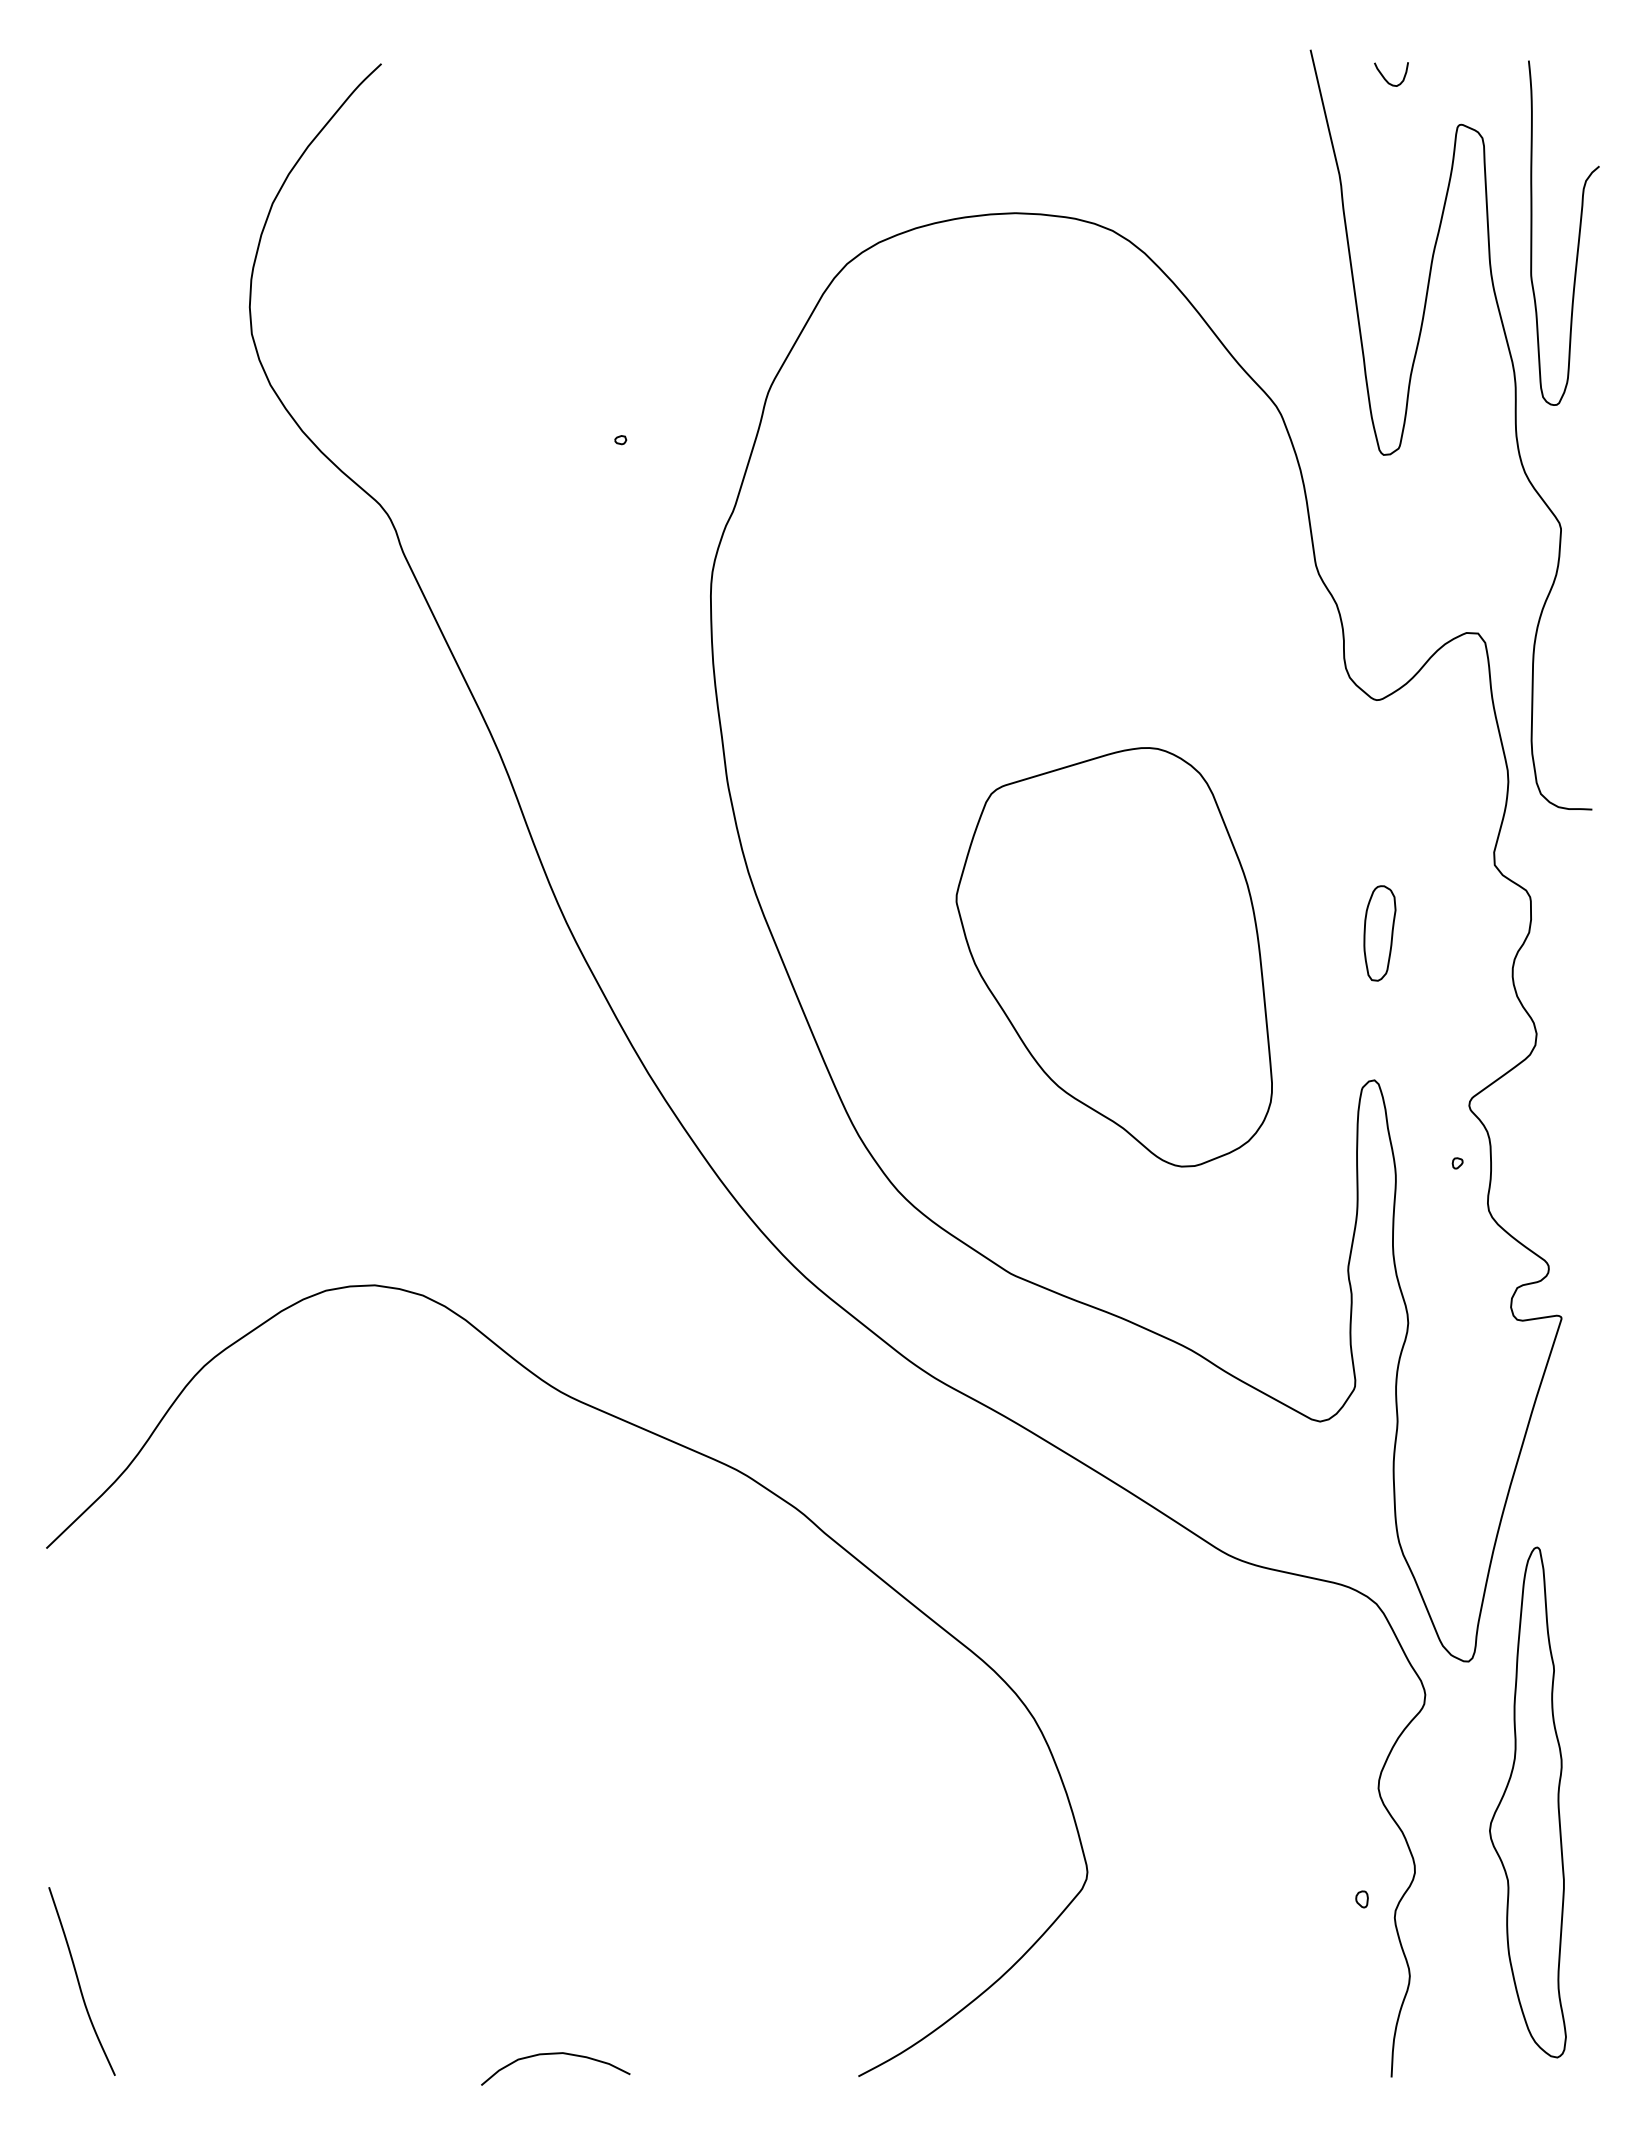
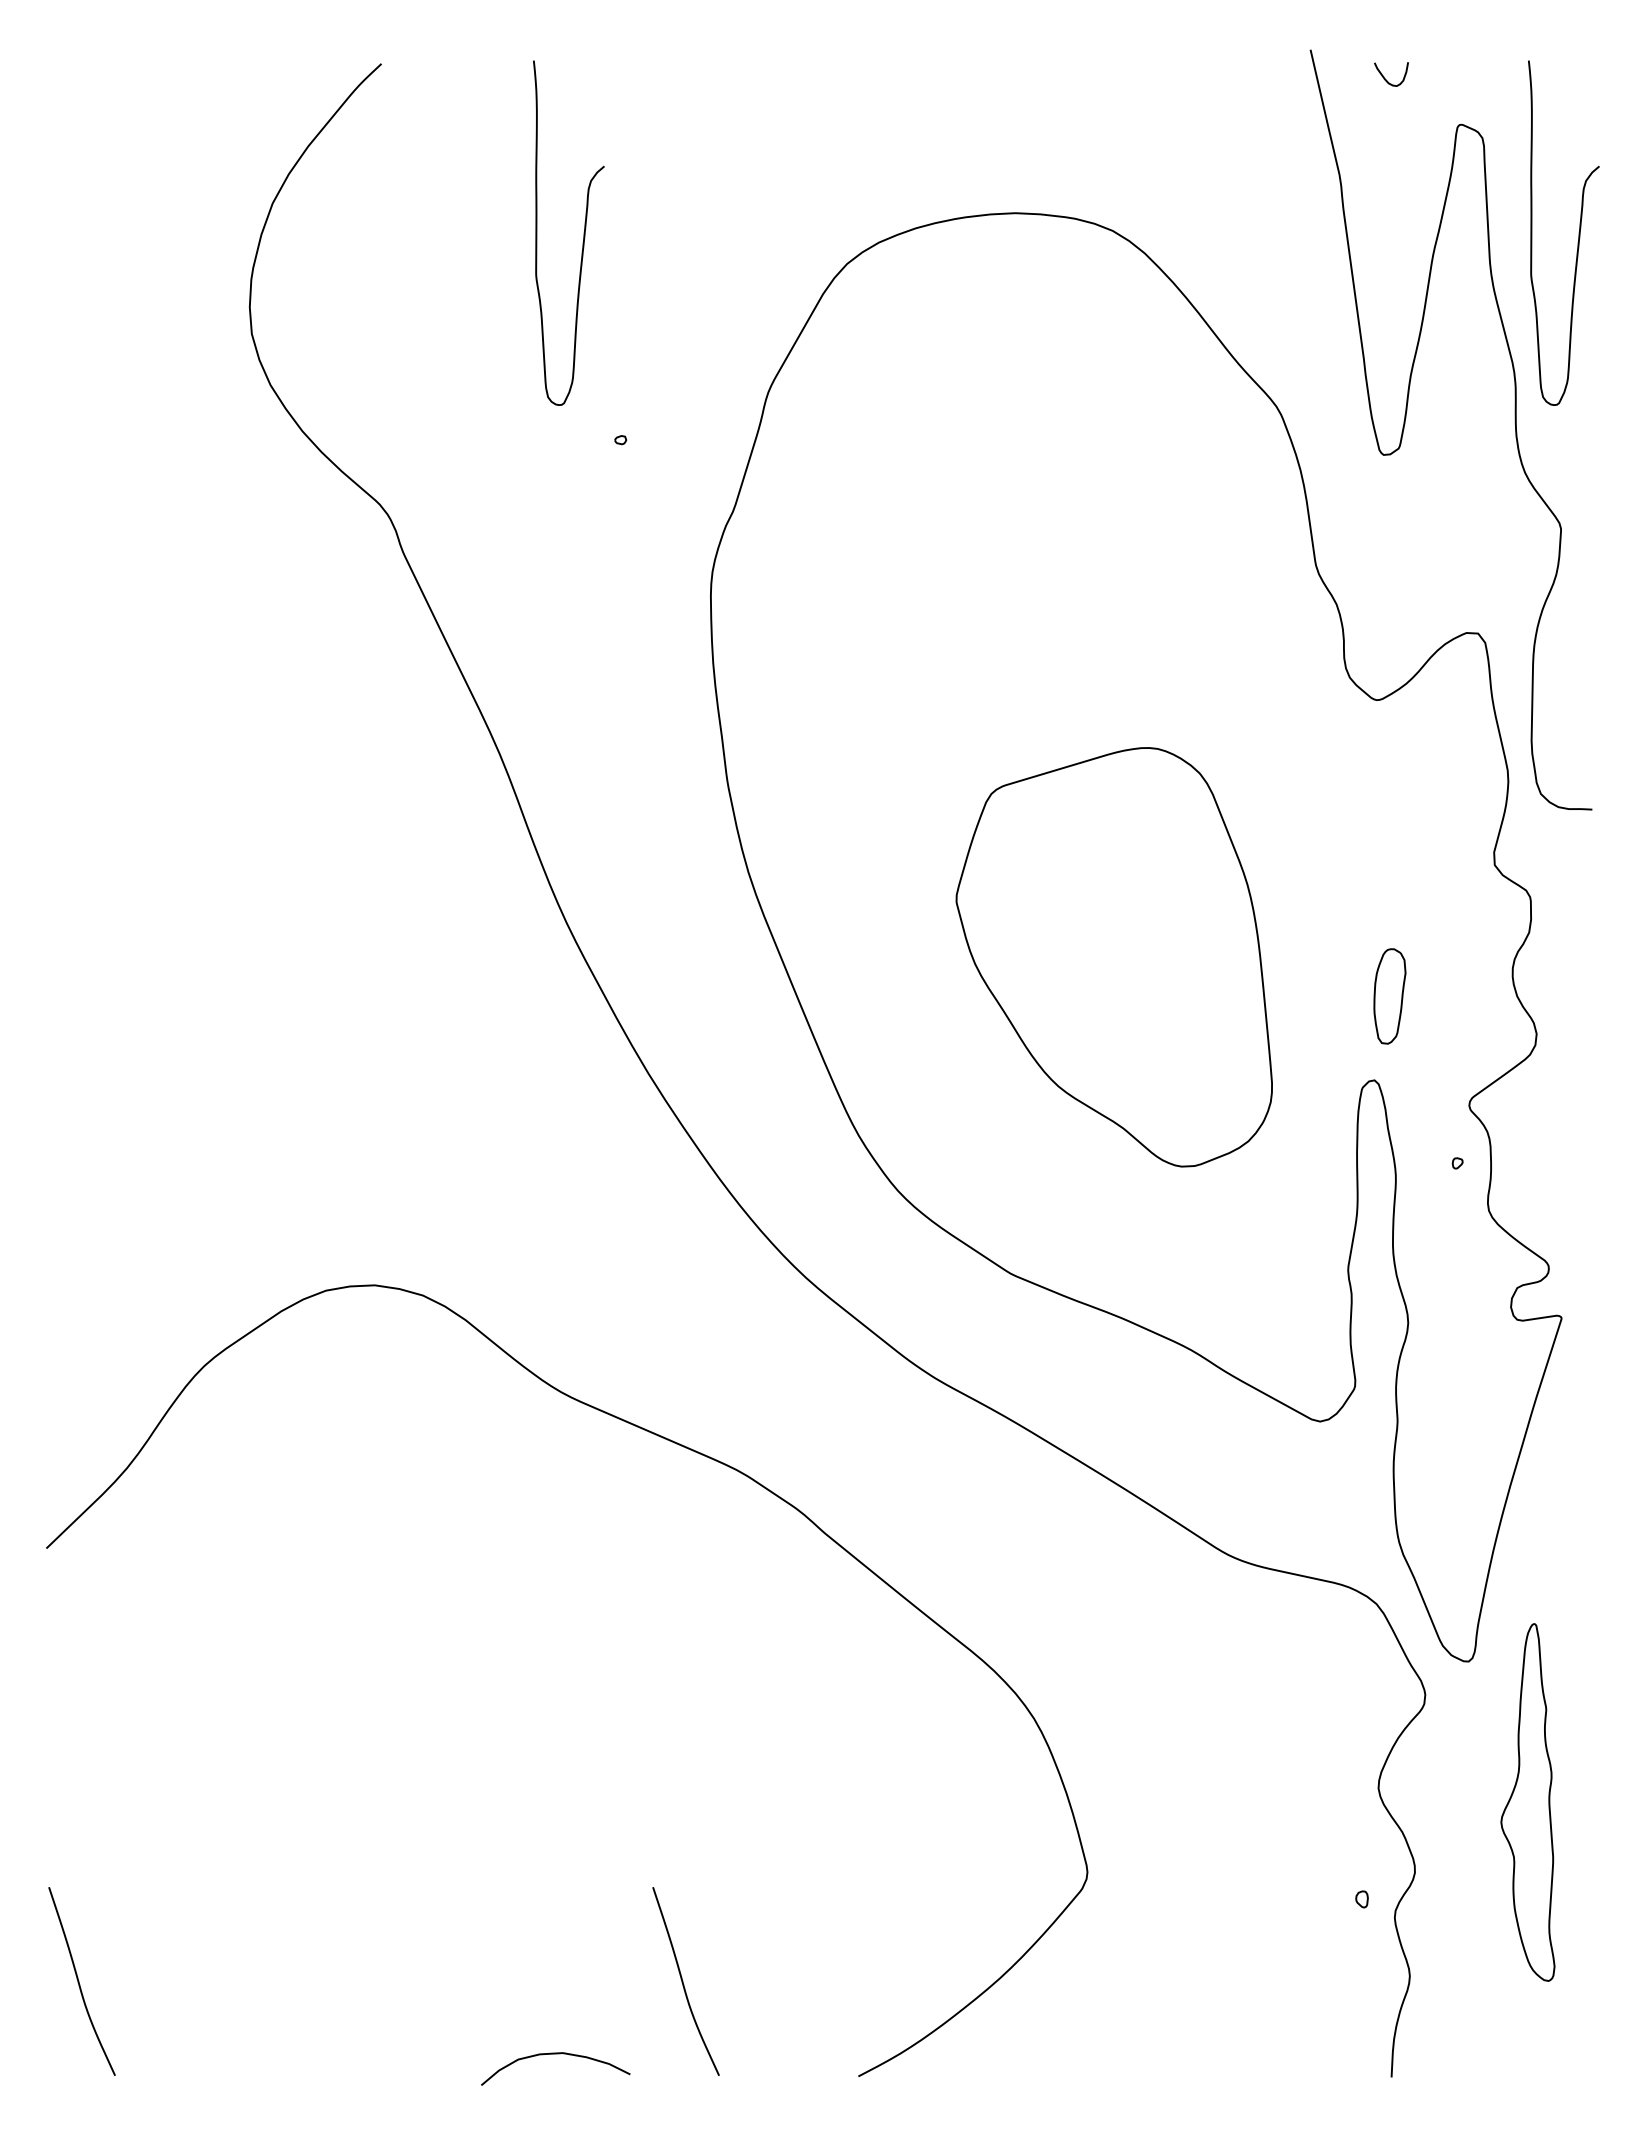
curve at (583, 232): none -> present
part at (1379, 933) position: (1379, 933) -> (1389, 996)
part at (1527, 1802) size: 78x513 px -> 56x359 px
curve at (683, 1981): none -> present
